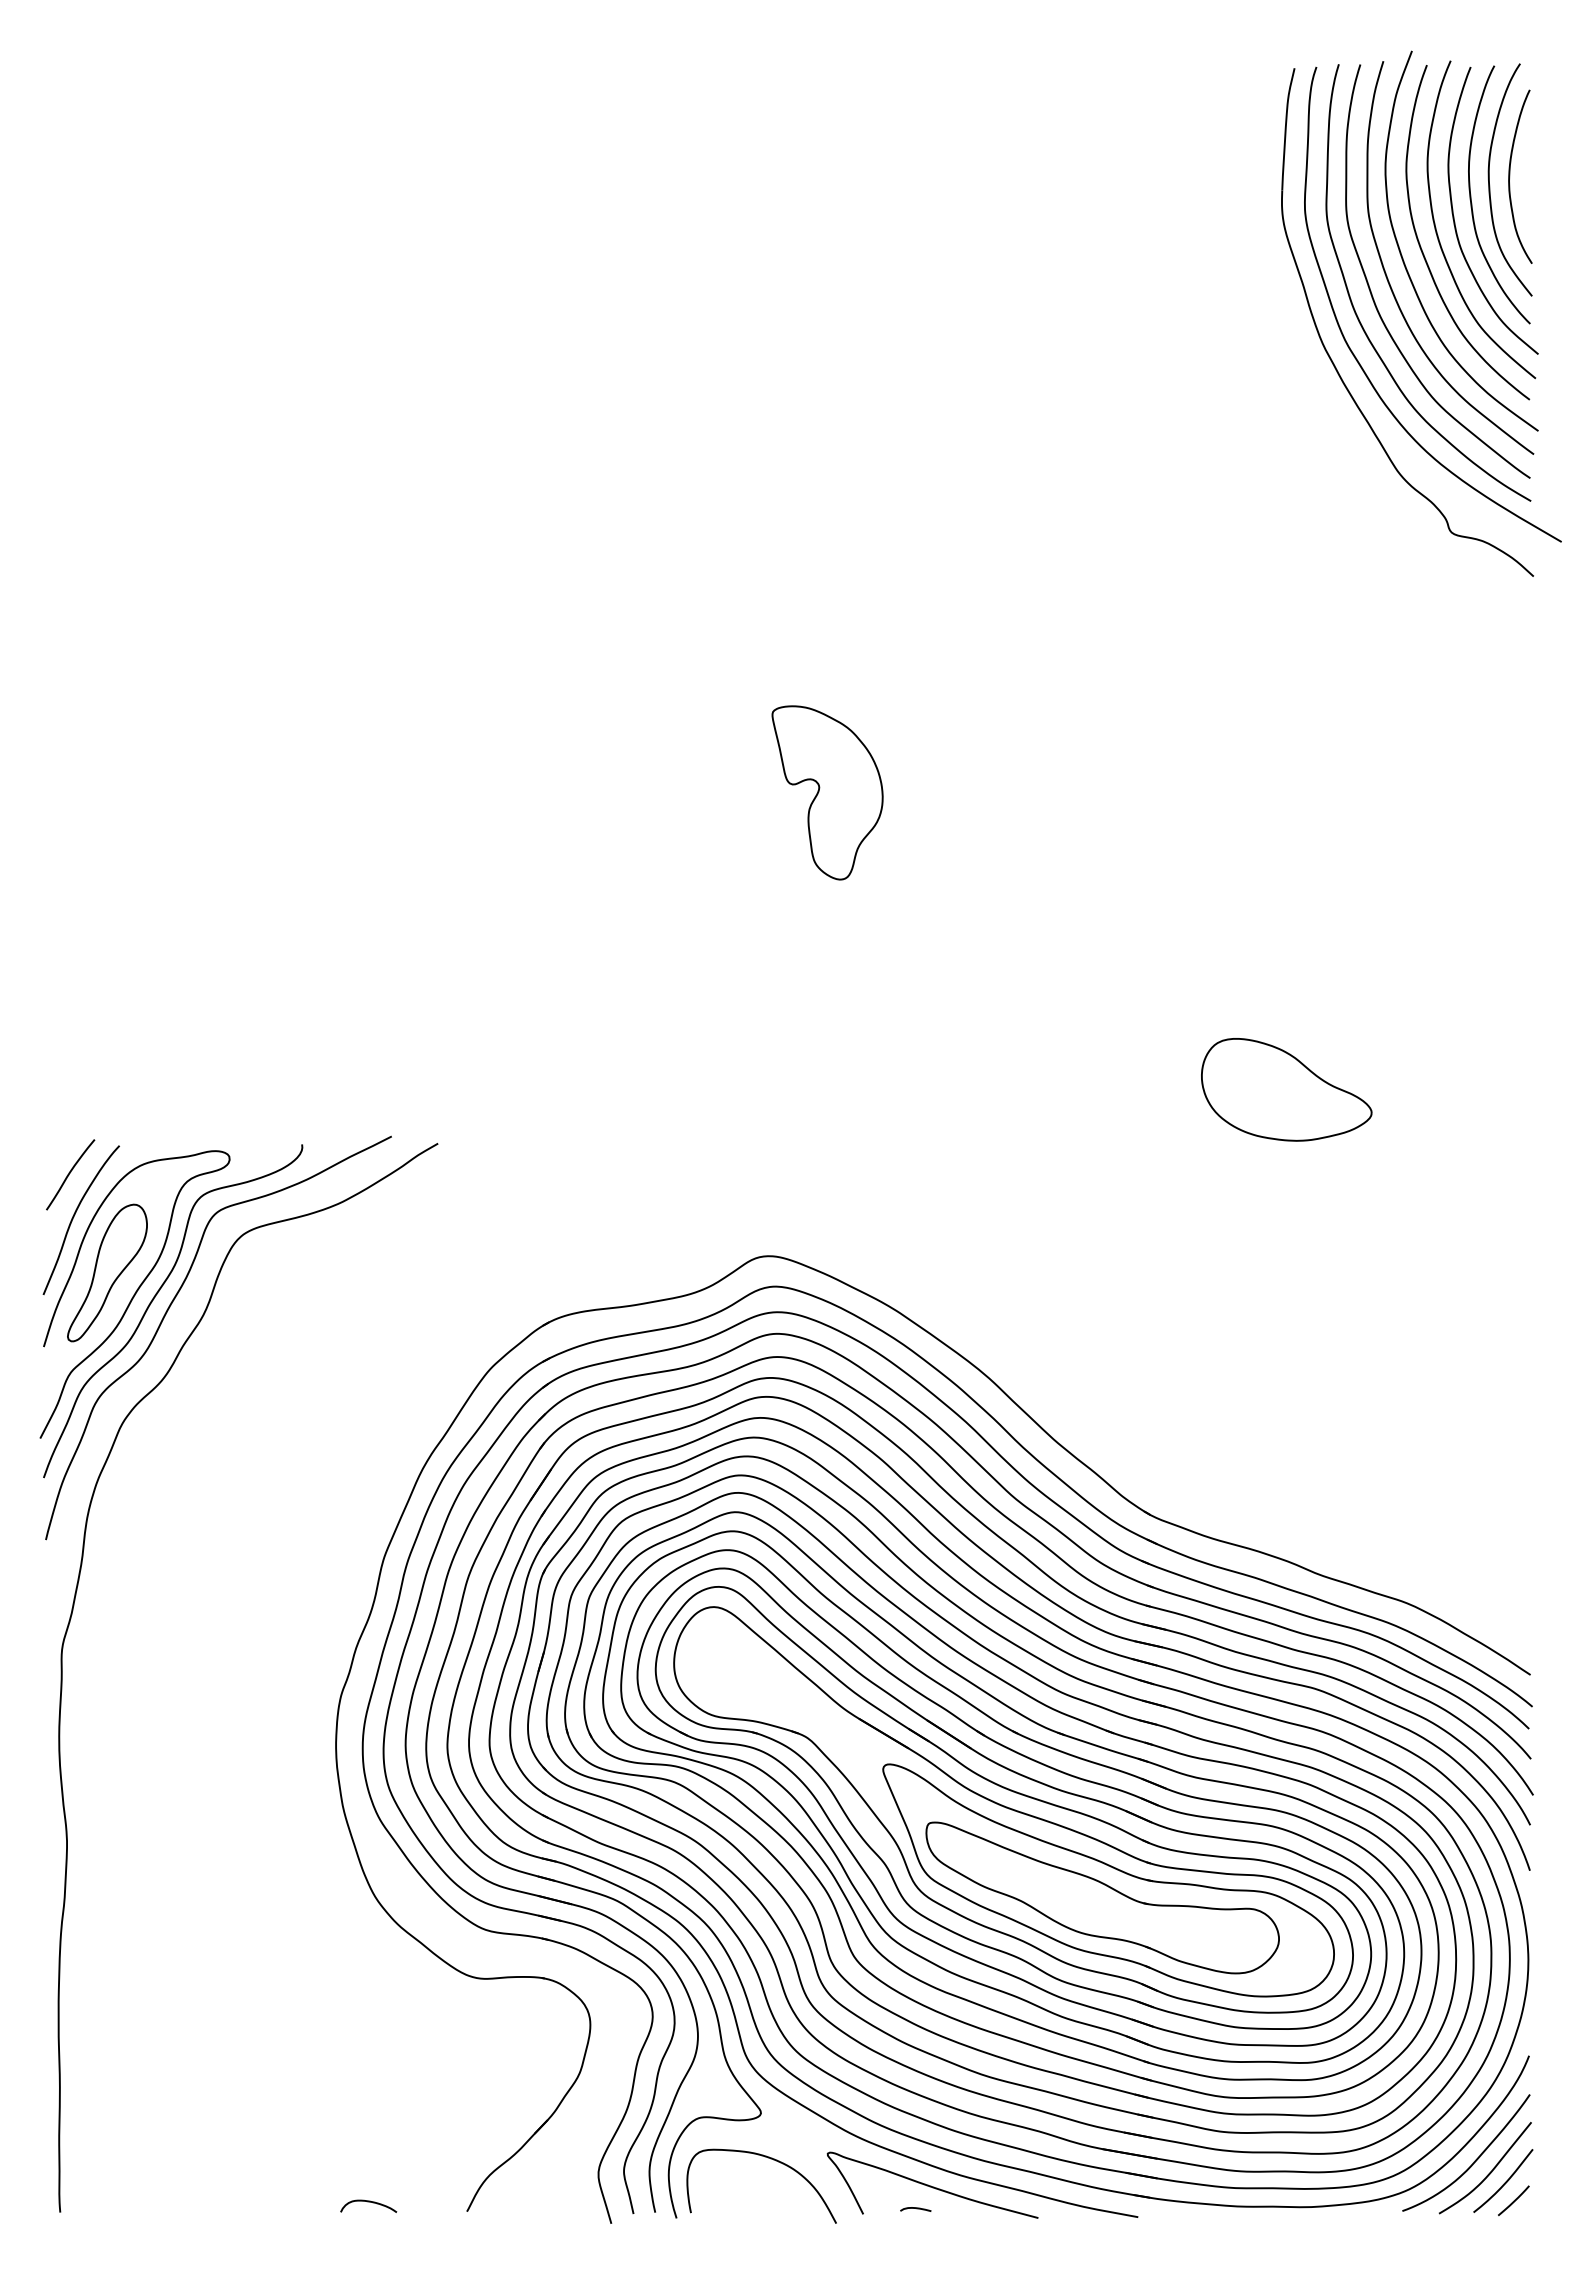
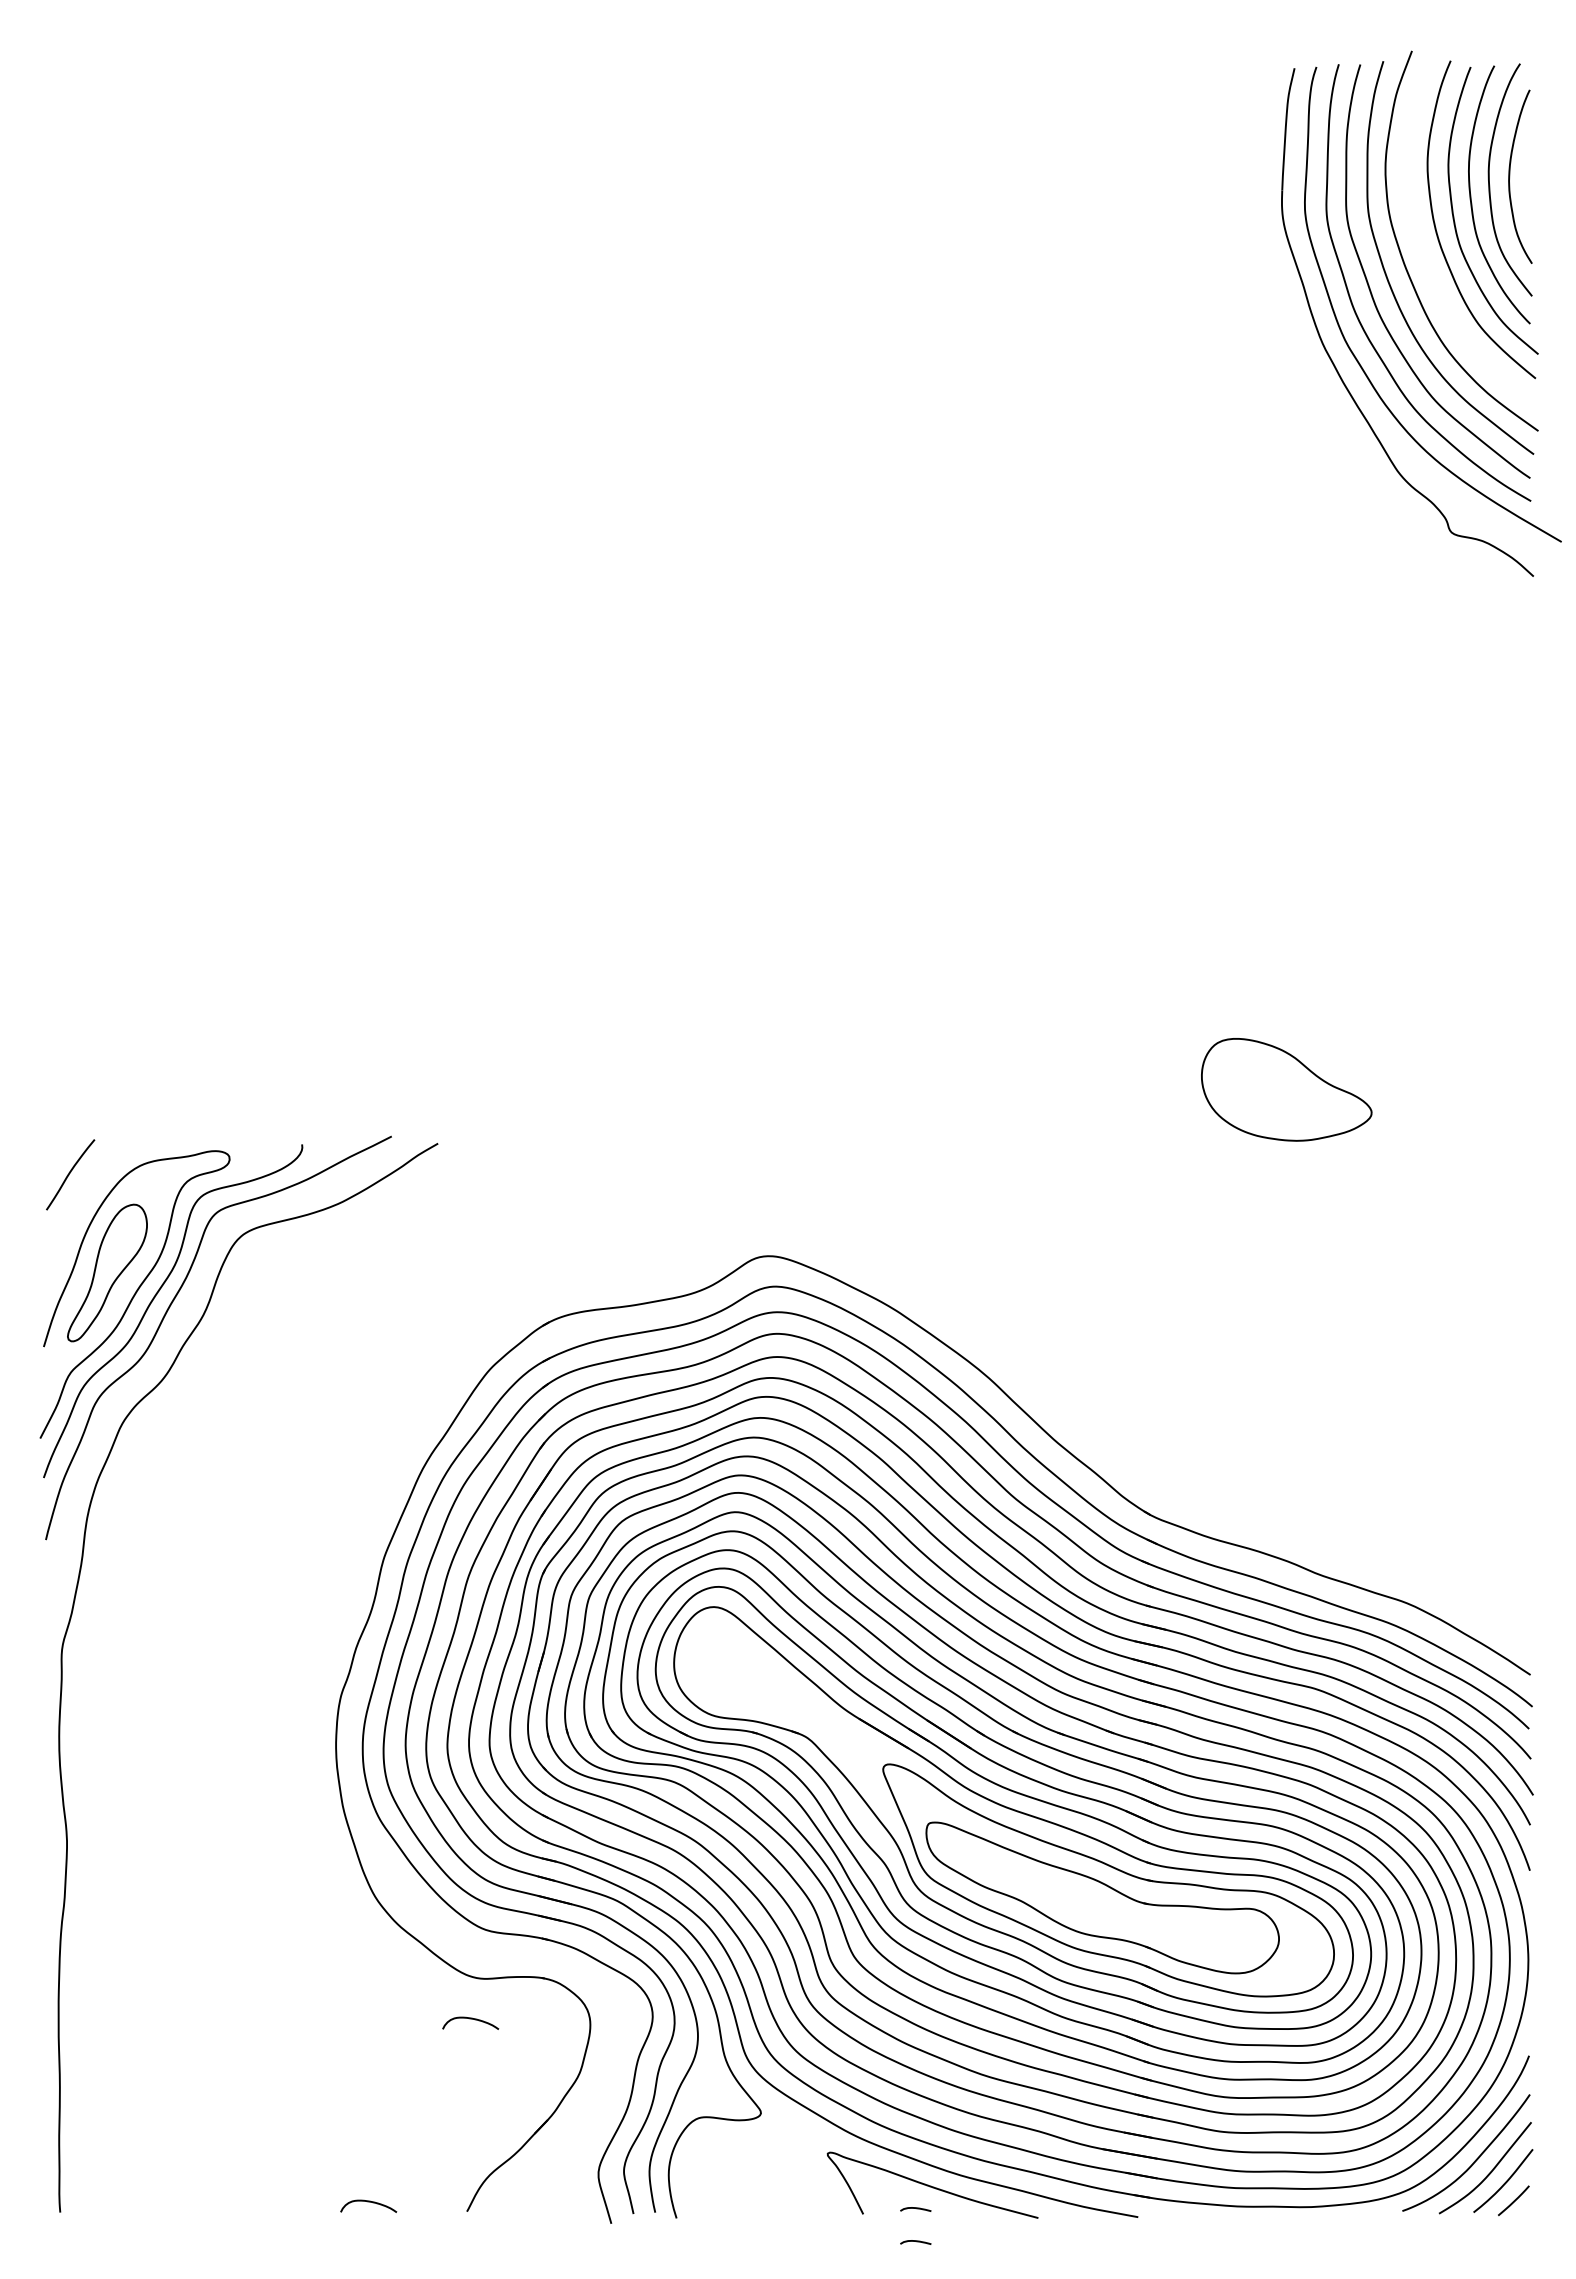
curve at (1421, 246): present -> none
part at (827, 792): present -> none
curve at (74, 1217): present -> none
curve at (470, 2019): none -> present
curve at (770, 2159): present -> none
curve at (915, 2241): none -> present
